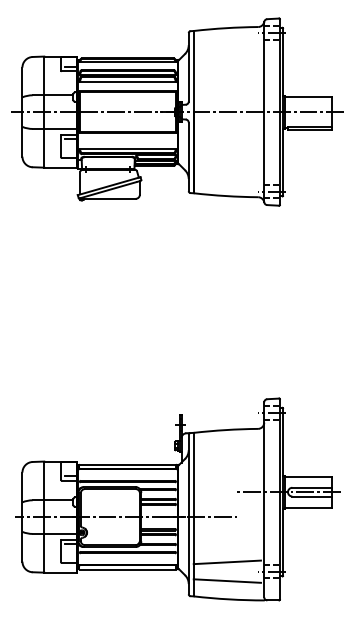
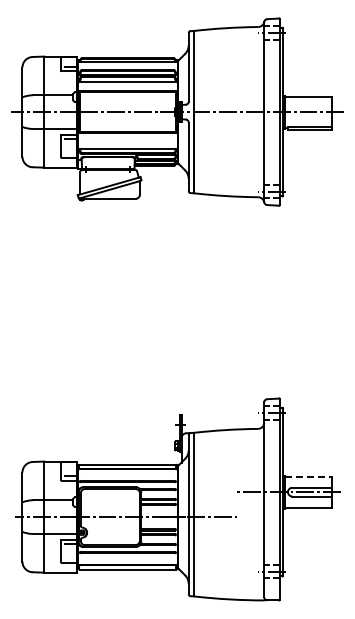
line at (308, 476): solid -> dashed
line at (226, 562): present -> none
line at (226, 580): present -> none
